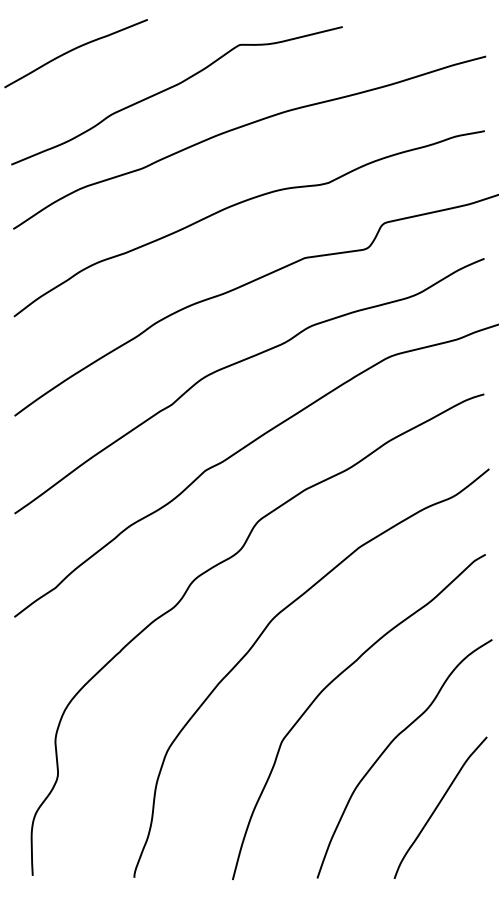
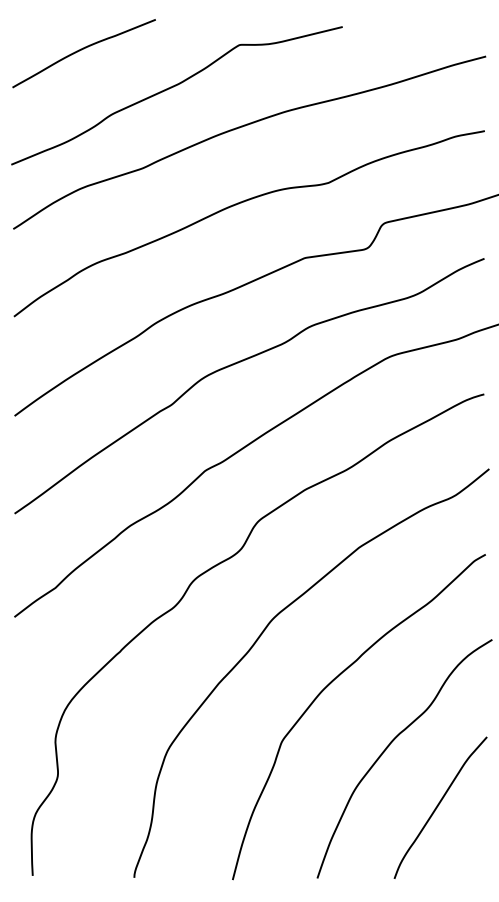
curve at (73, 50) position: (73, 50) -> (81, 50)
